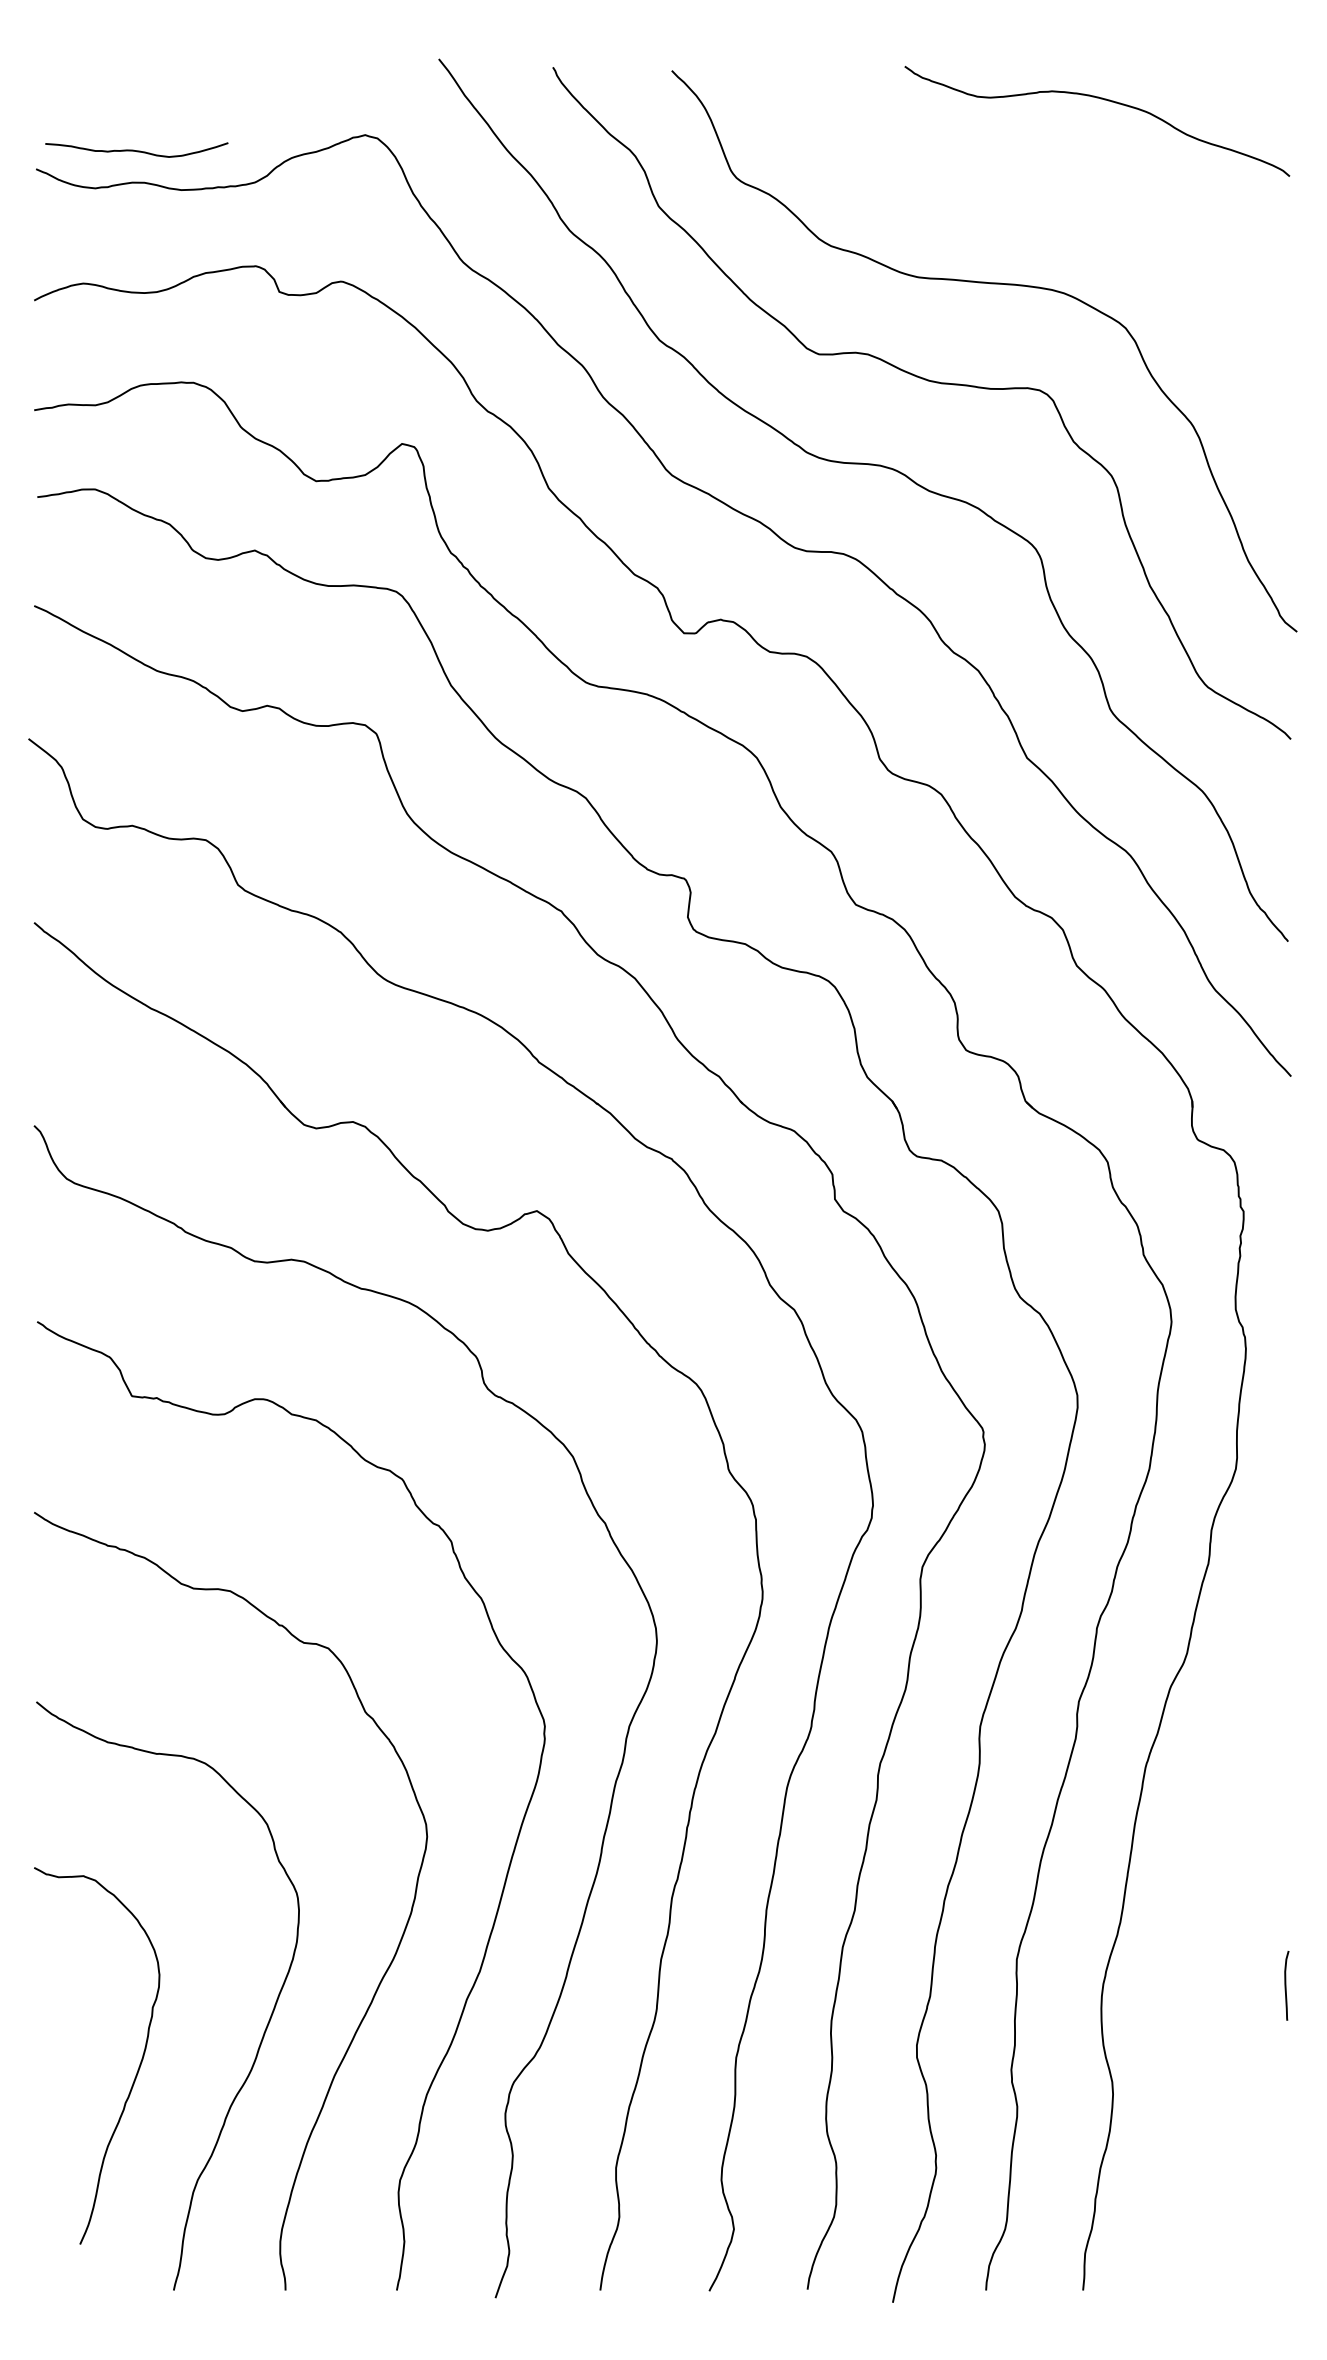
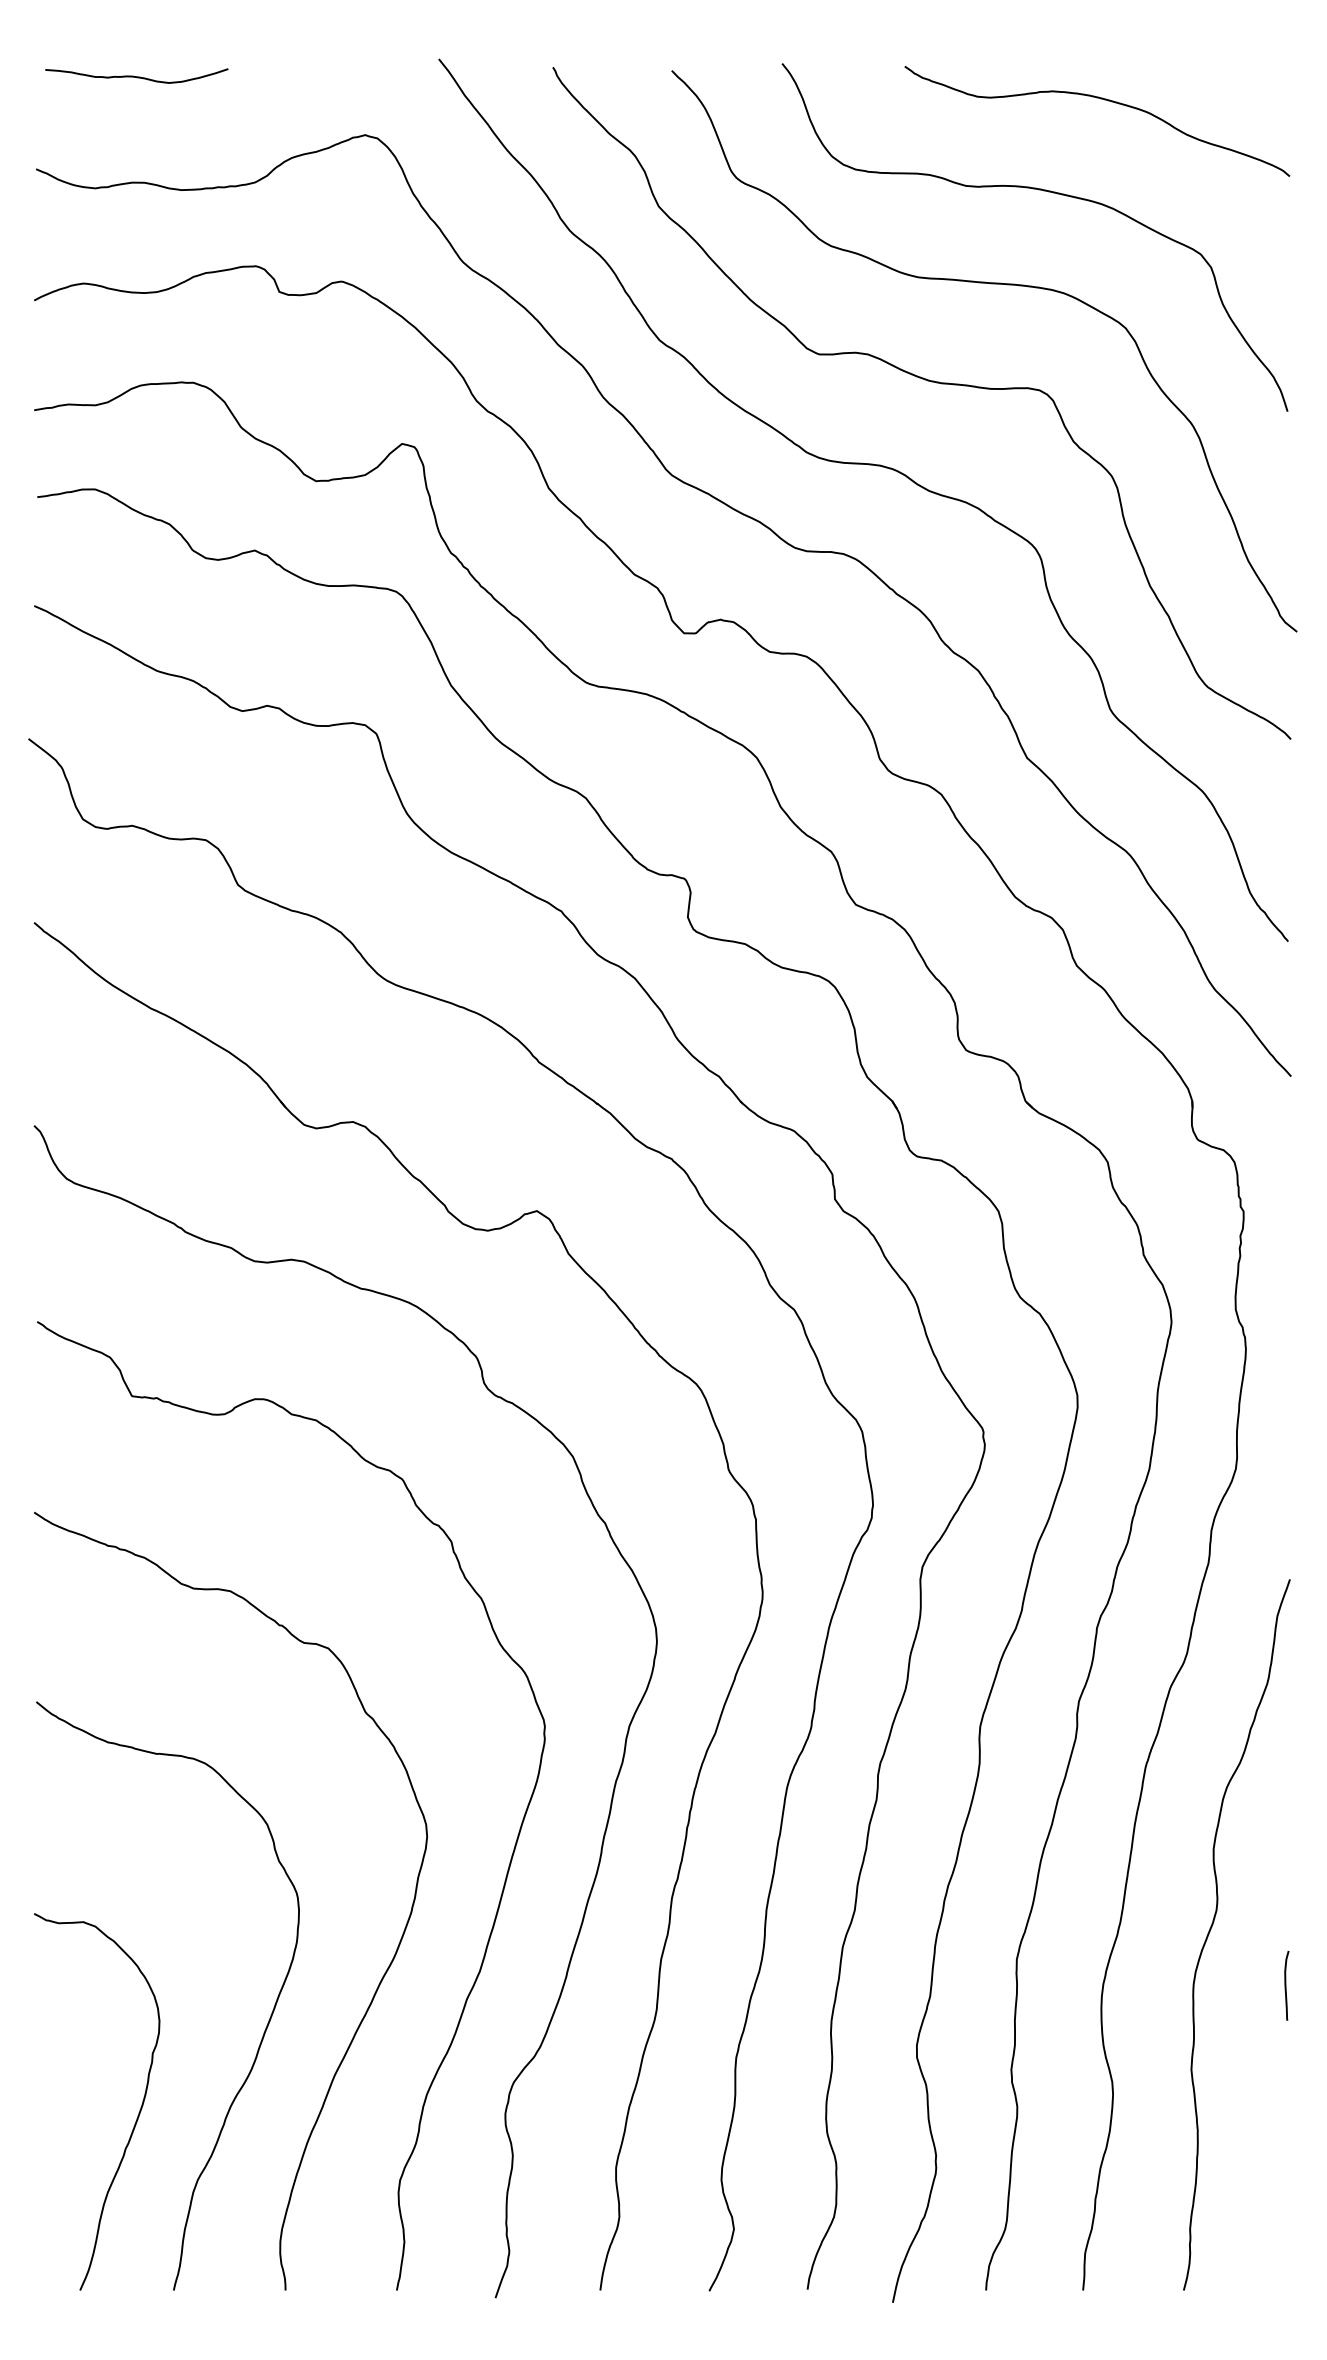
curve at (136, 150) position: (136, 150) -> (136, 76)
curve at (1043, 191): none -> present
curve at (1212, 1927): none -> present
curve at (137, 2069) position: (137, 2069) -> (137, 2115)
